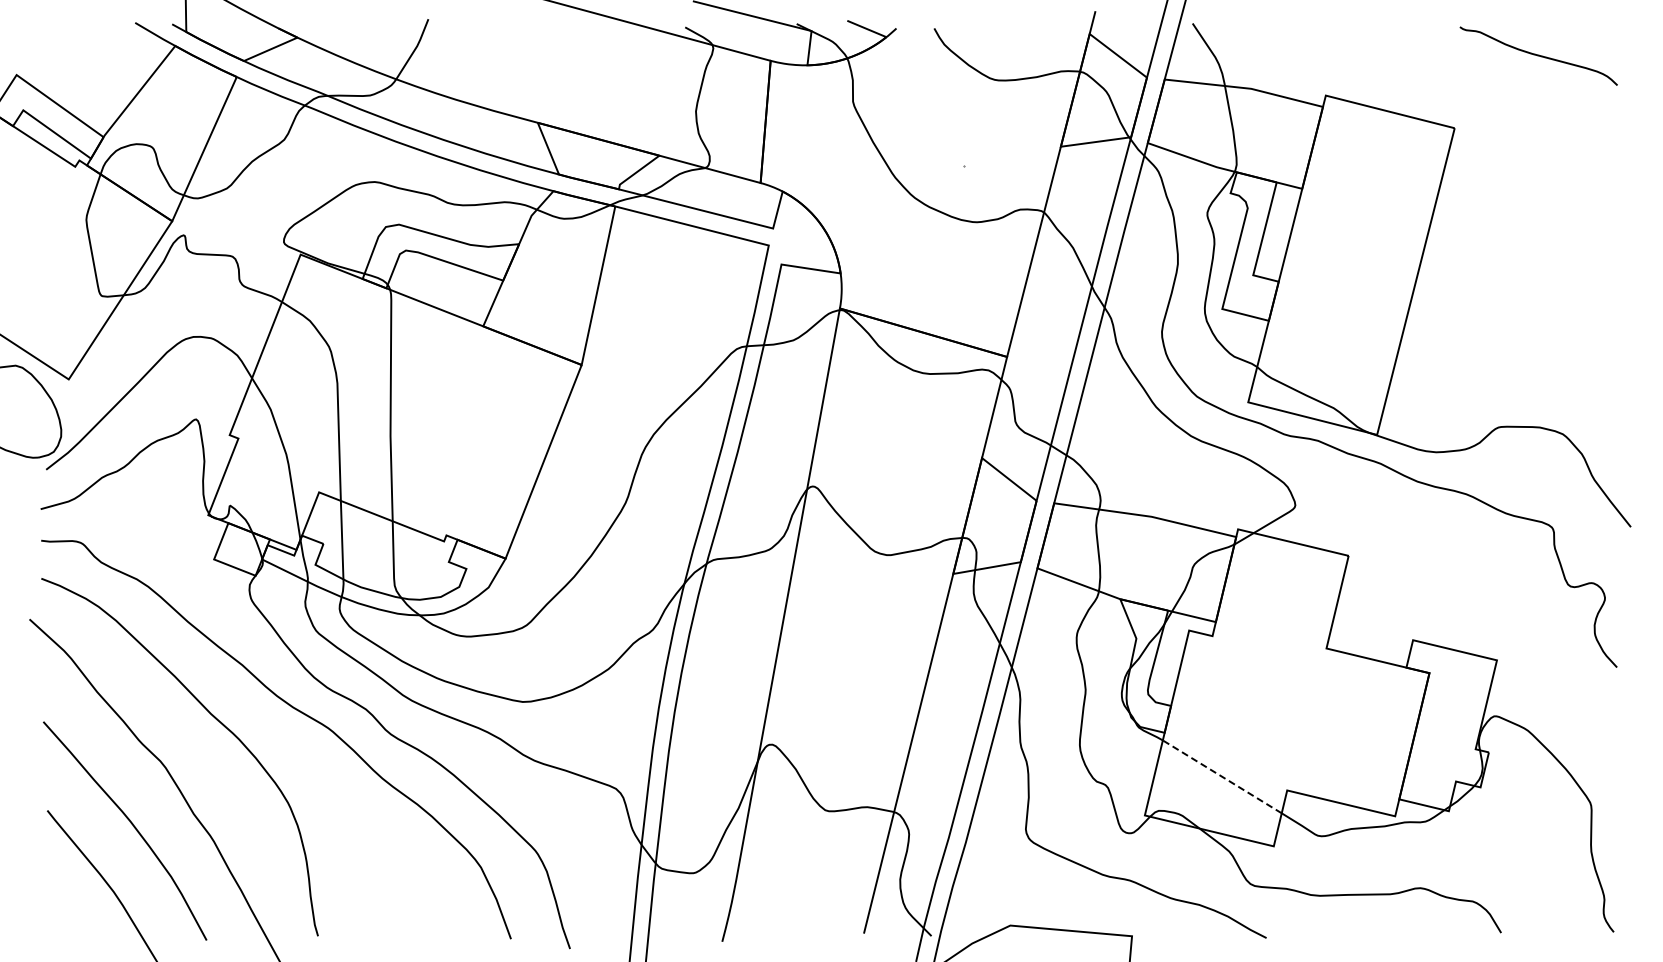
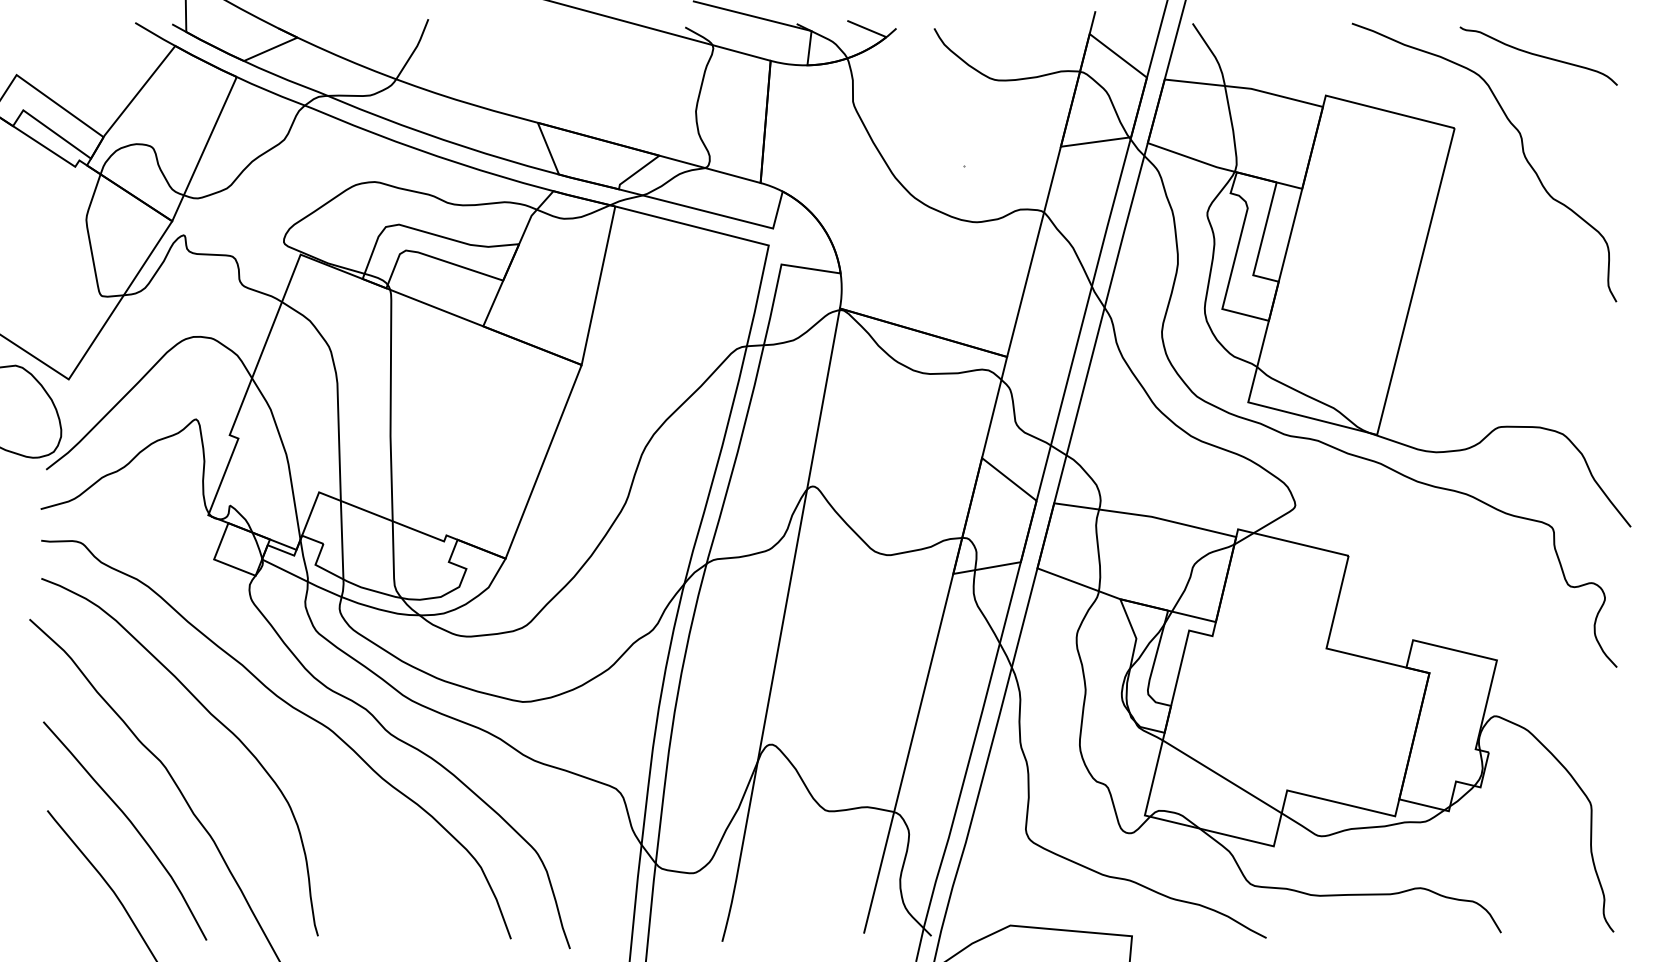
curve at (1522, 152): none -> present
line at (1222, 776): dashed -> solid
